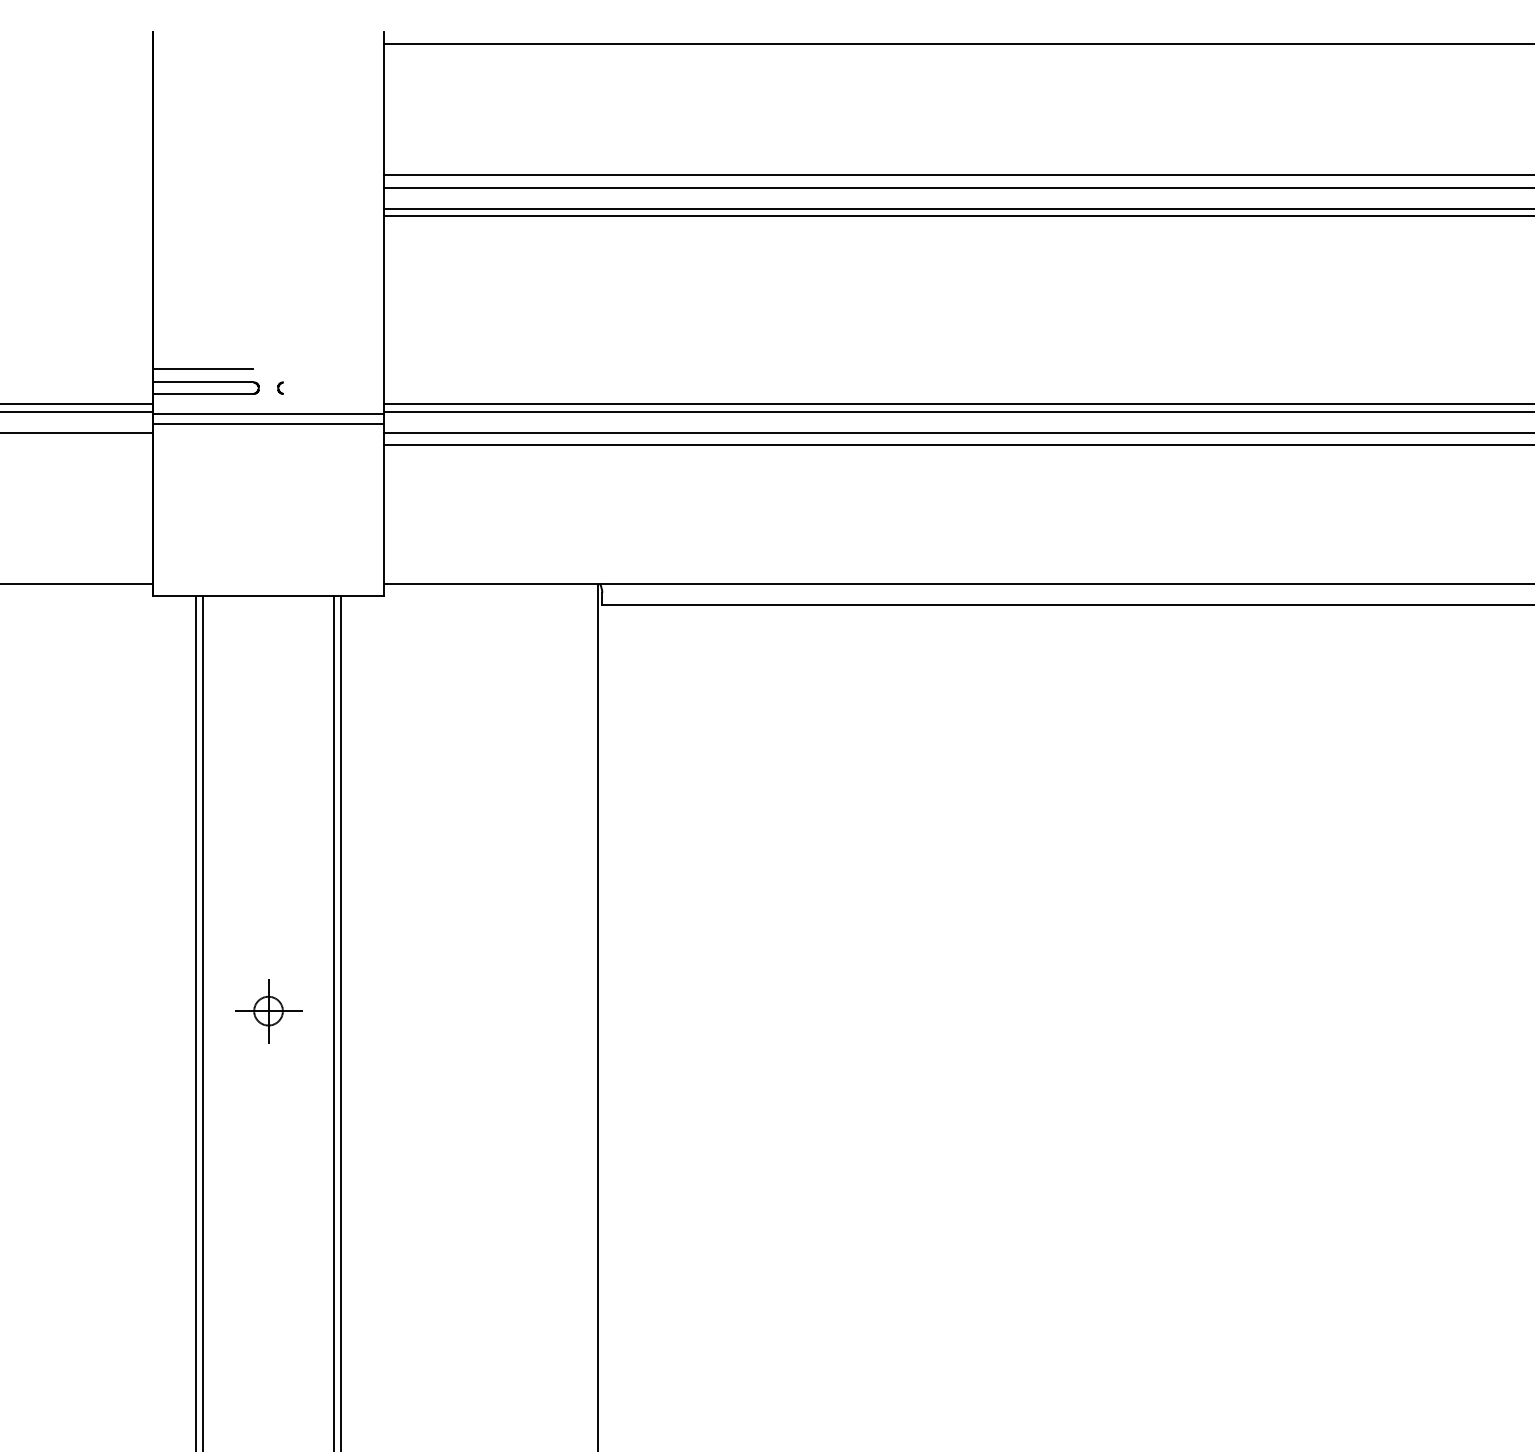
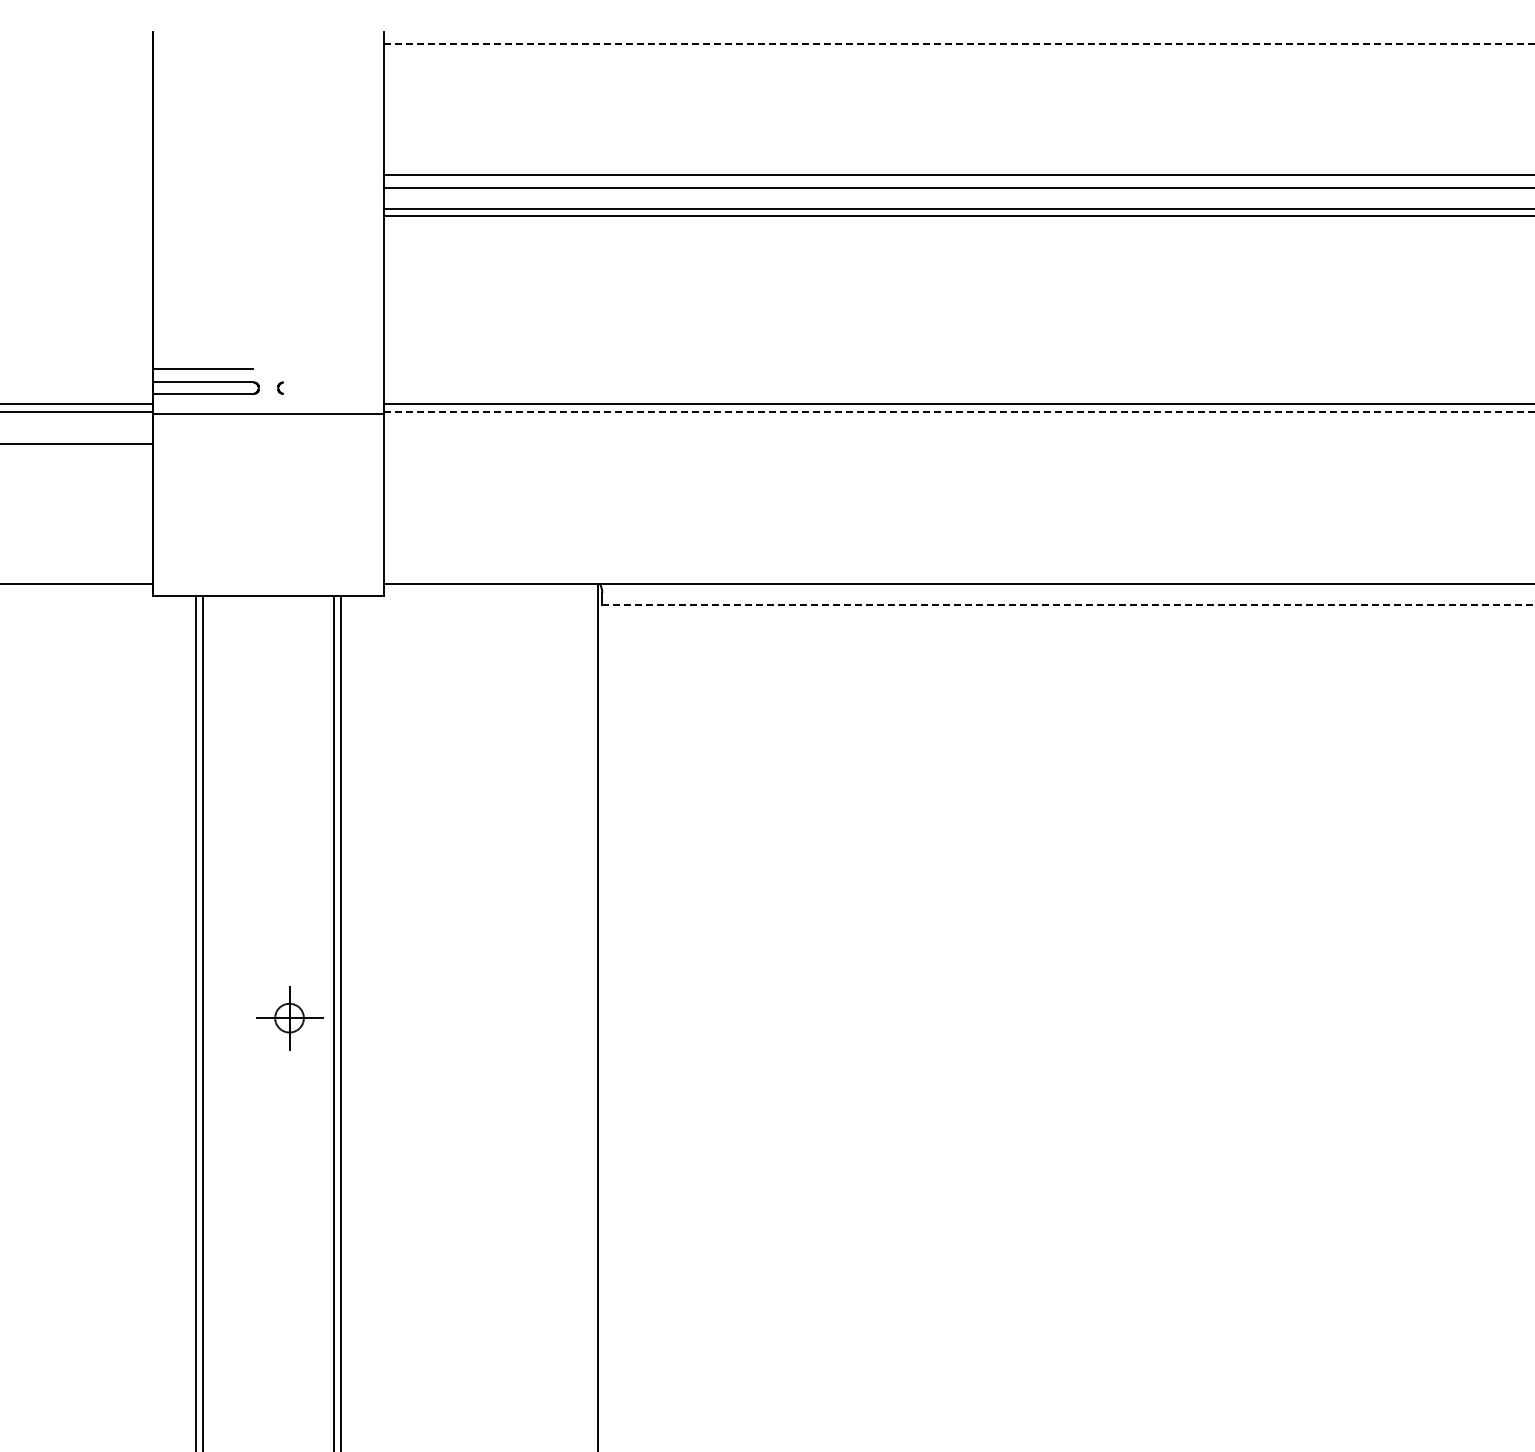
line at (959, 43): solid -> dashed
line at (959, 412): solid -> dashed
line at (268, 423): present -> none
line at (77, 433) position: (77, 433) -> (77, 444)
line at (957, 433): present -> none
line at (957, 445): present -> none
line at (1068, 604): solid -> dashed
part at (268, 1011) position: (268, 1011) -> (289, 1018)
